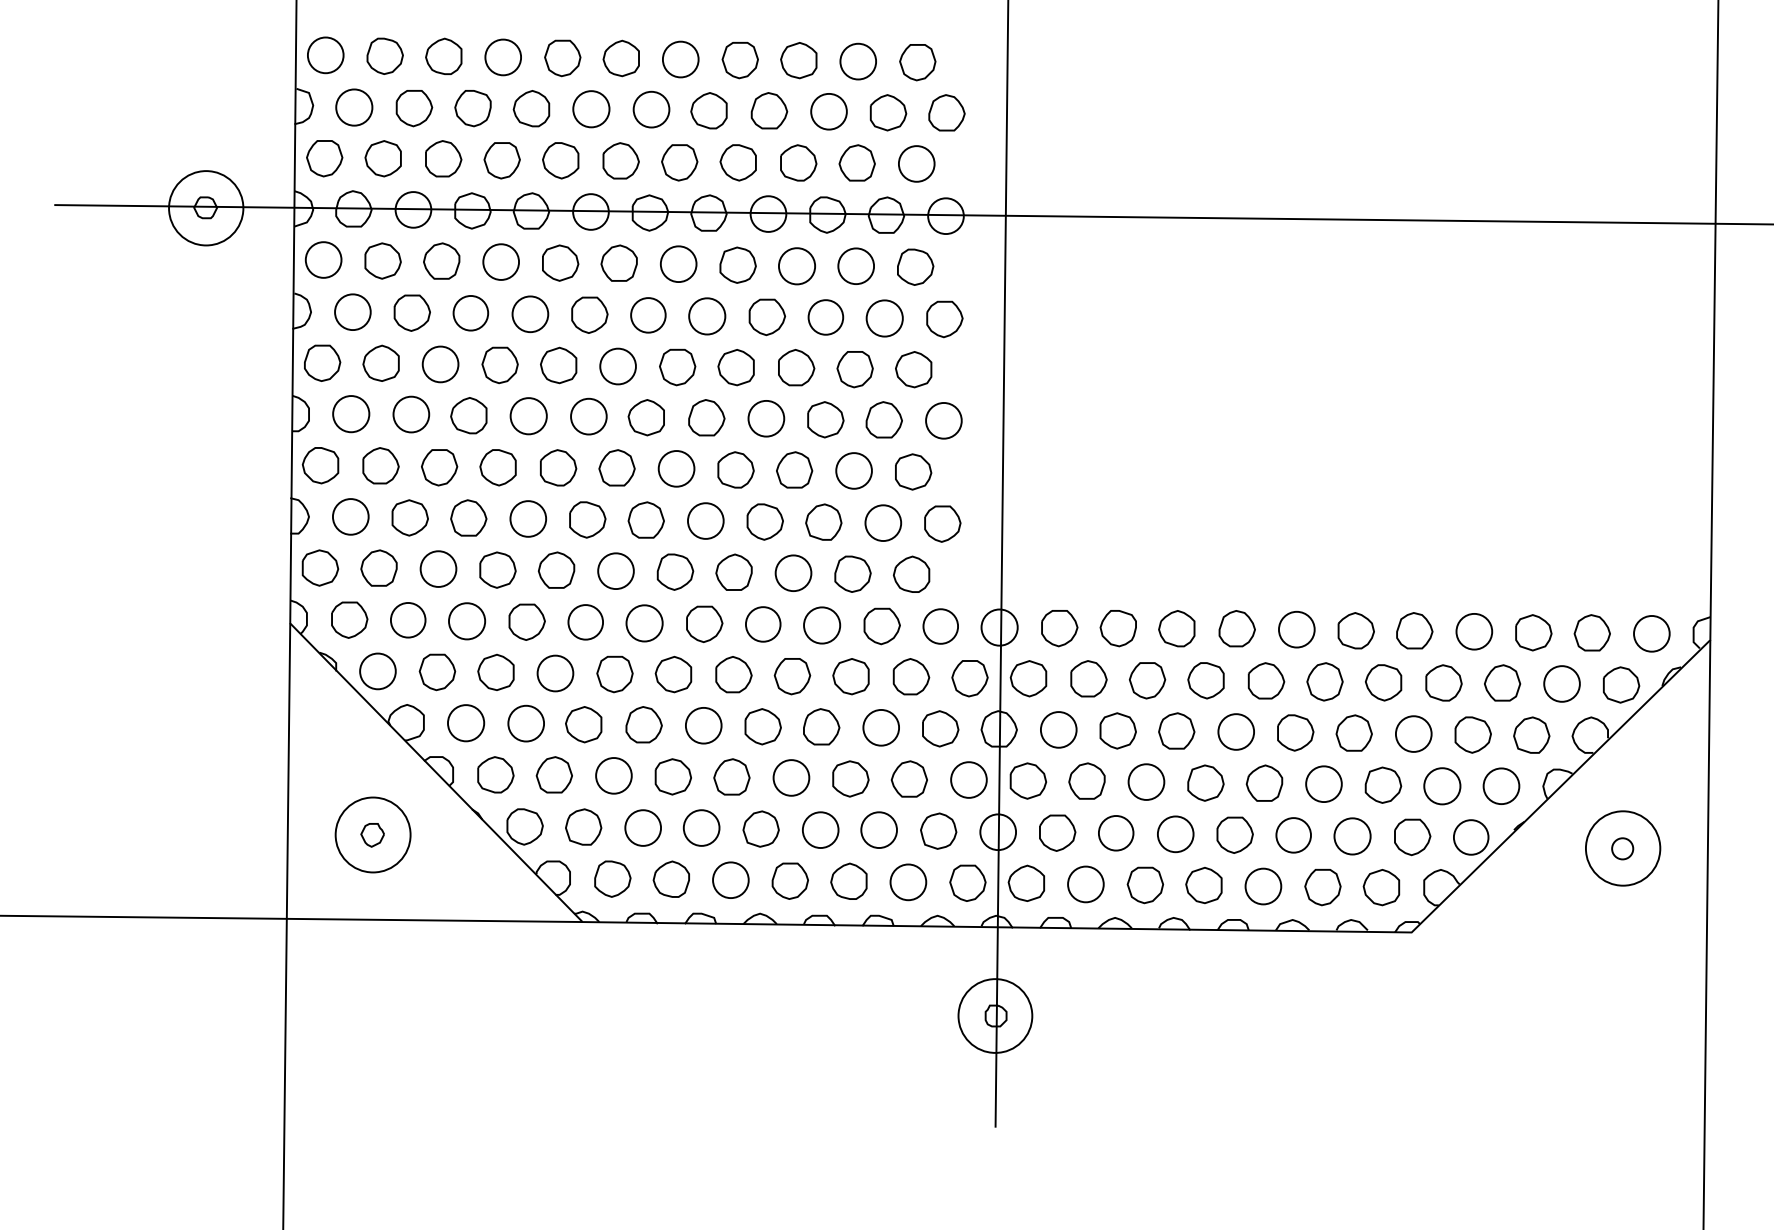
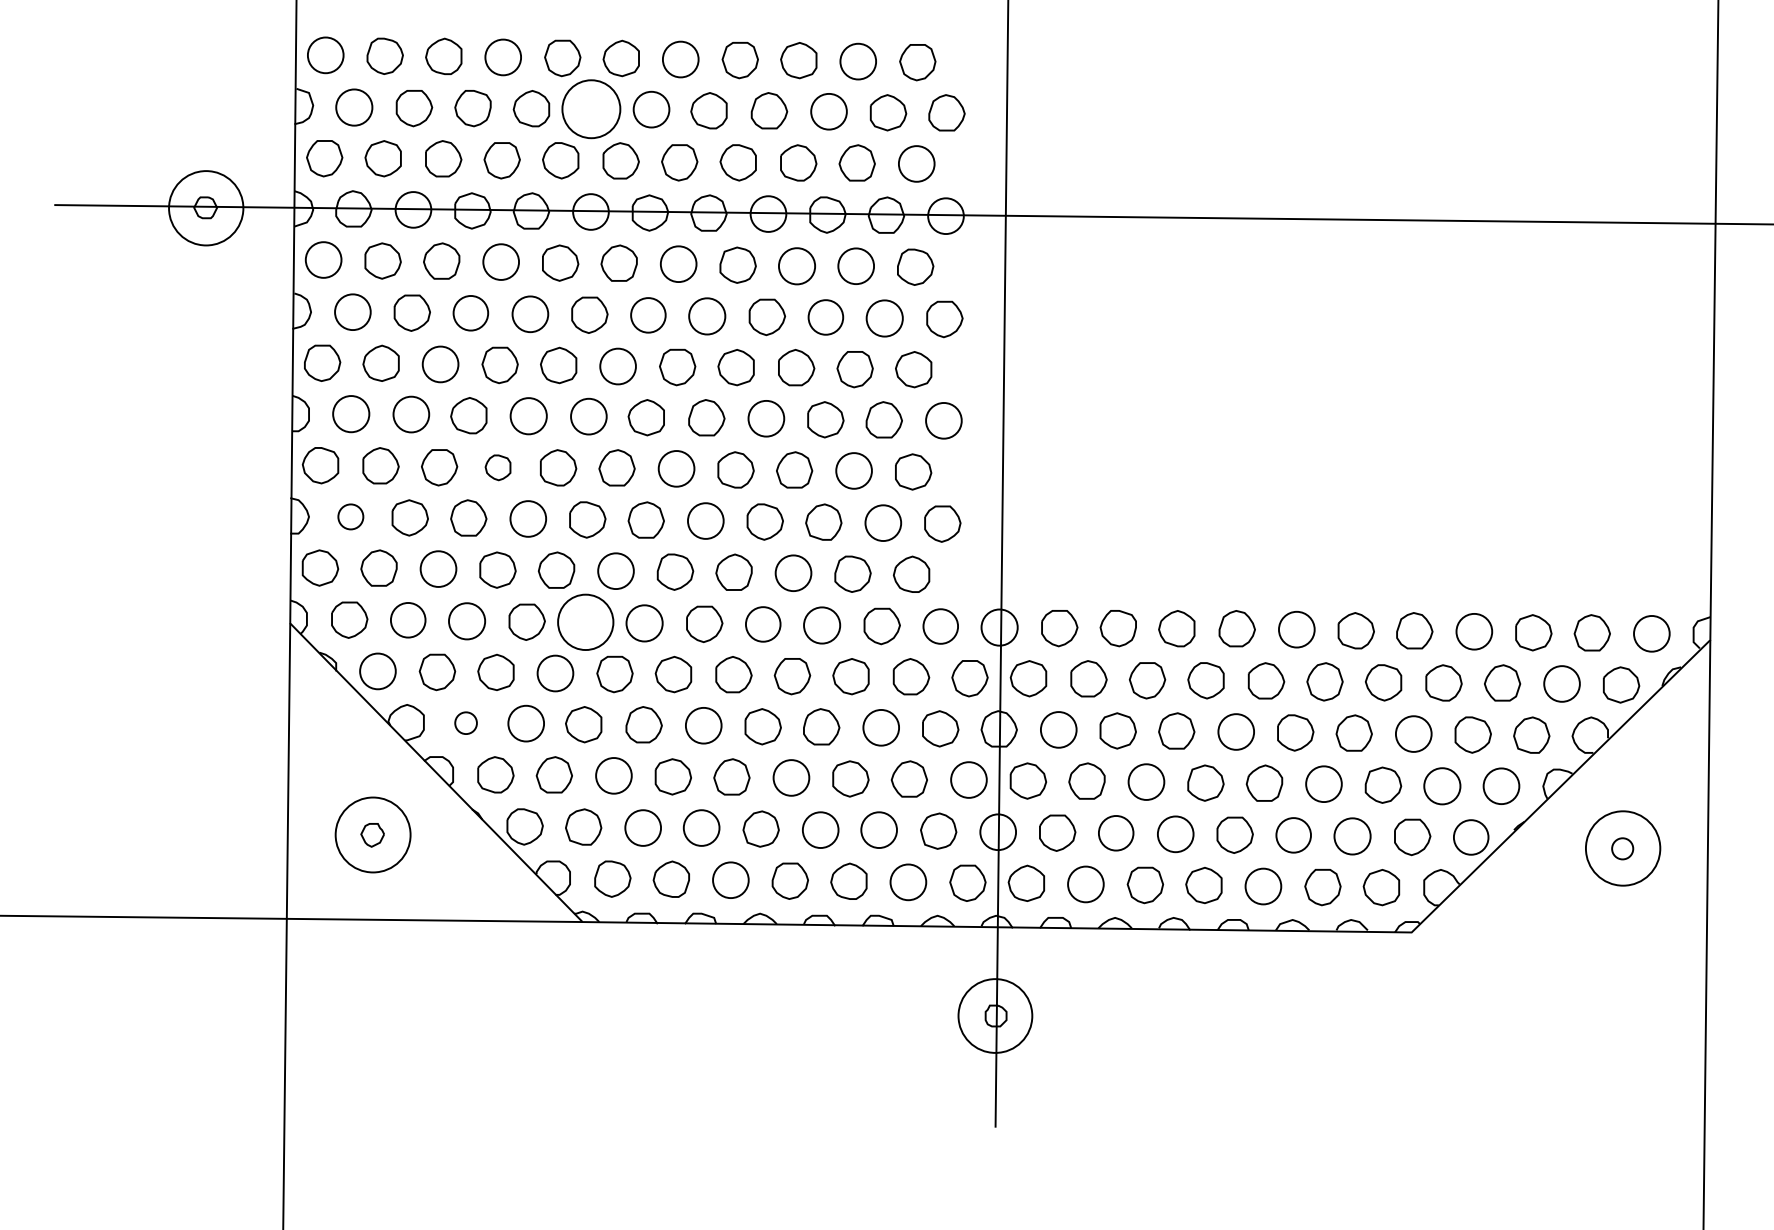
circle at (591, 109) diameter: 36 px -> 58 px
part at (497, 467) size: 38x38 px -> 28x28 px
circle at (350, 516) size: 38x38 px -> 28x28 px
circle at (585, 622) diameter: 35 px -> 55 px
circle at (466, 723) diameter: 36 px -> 22 px
